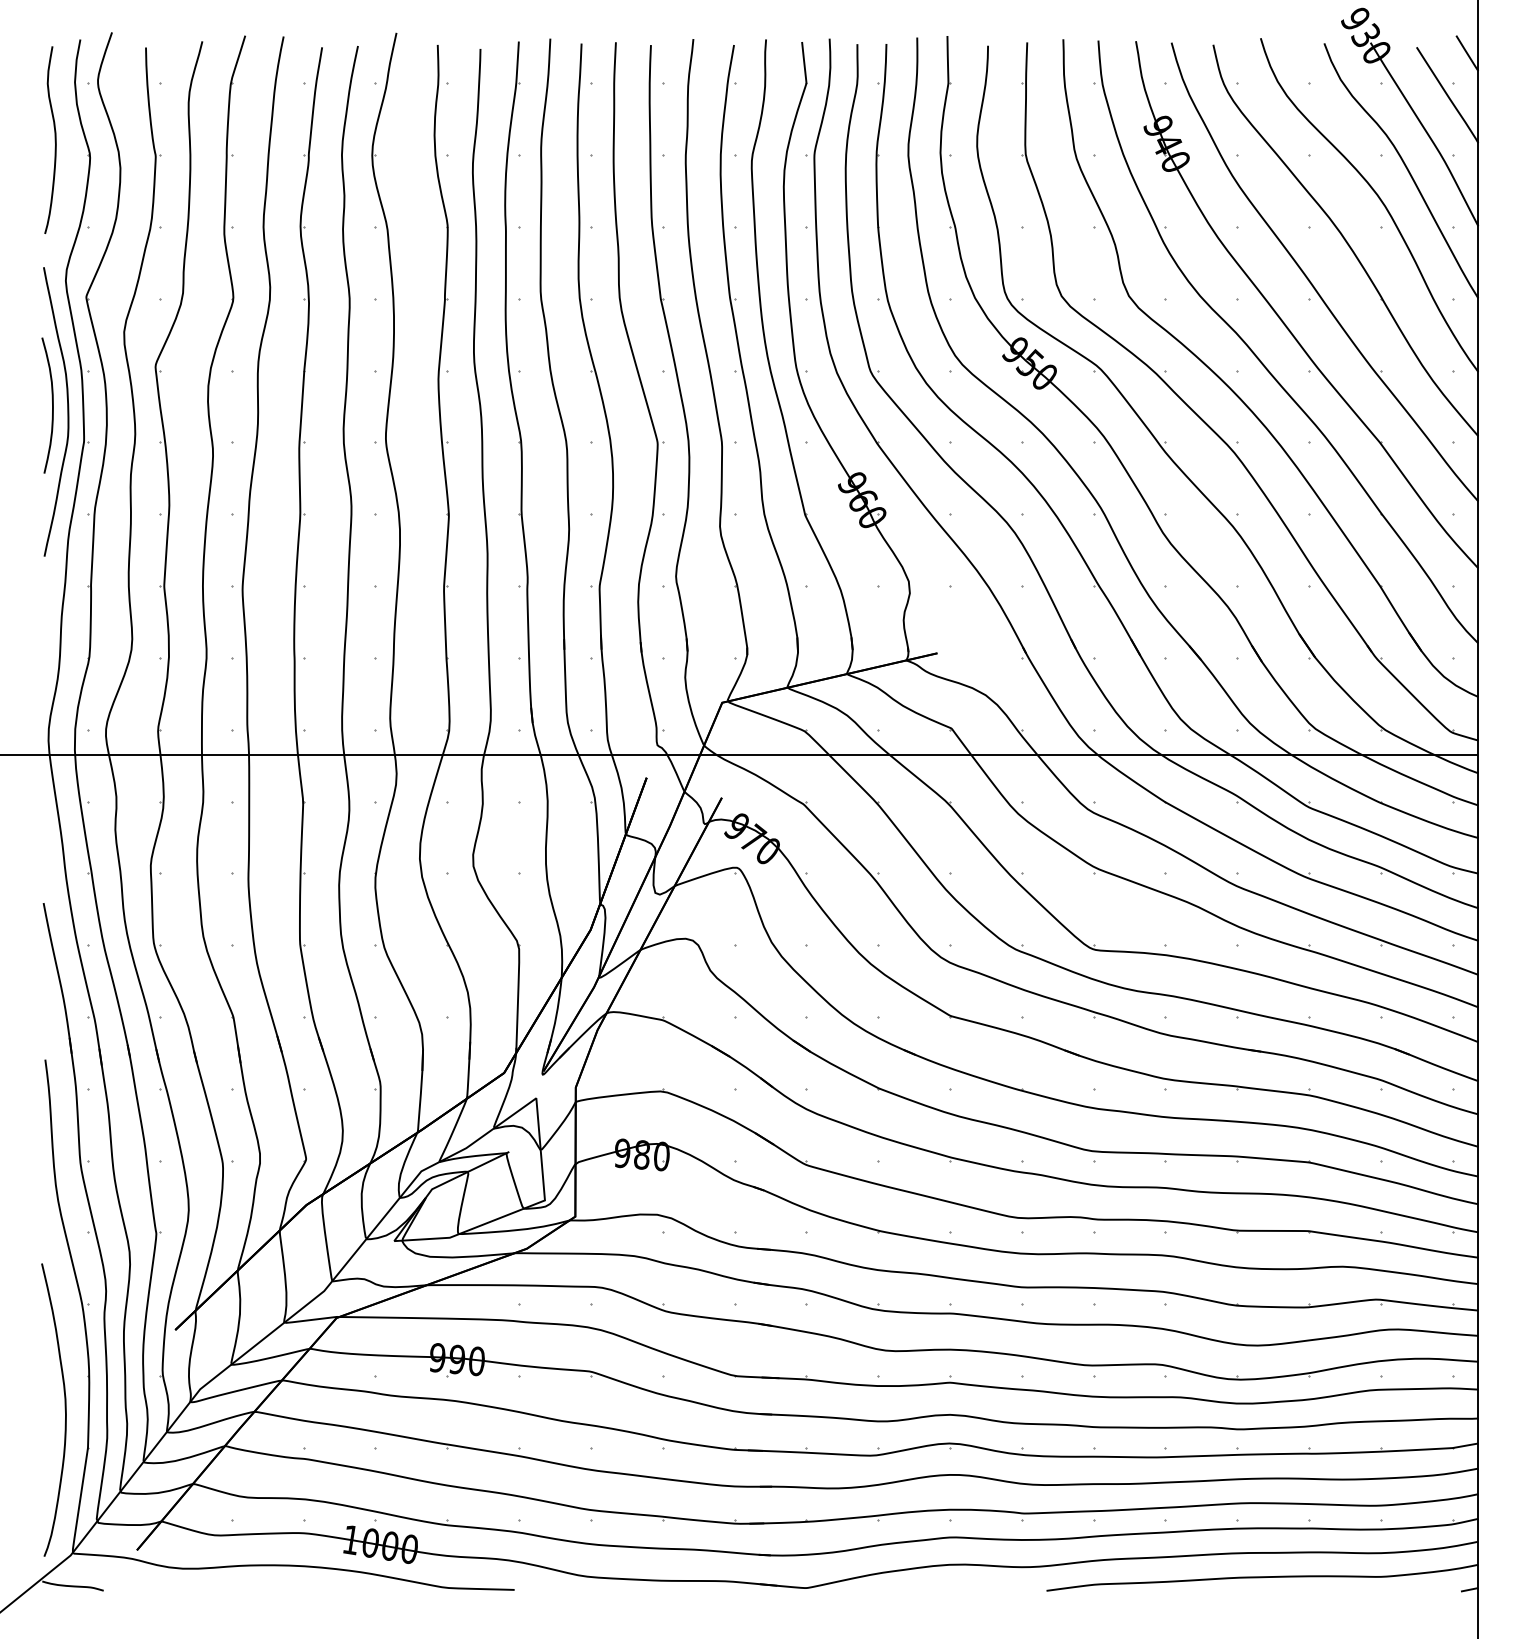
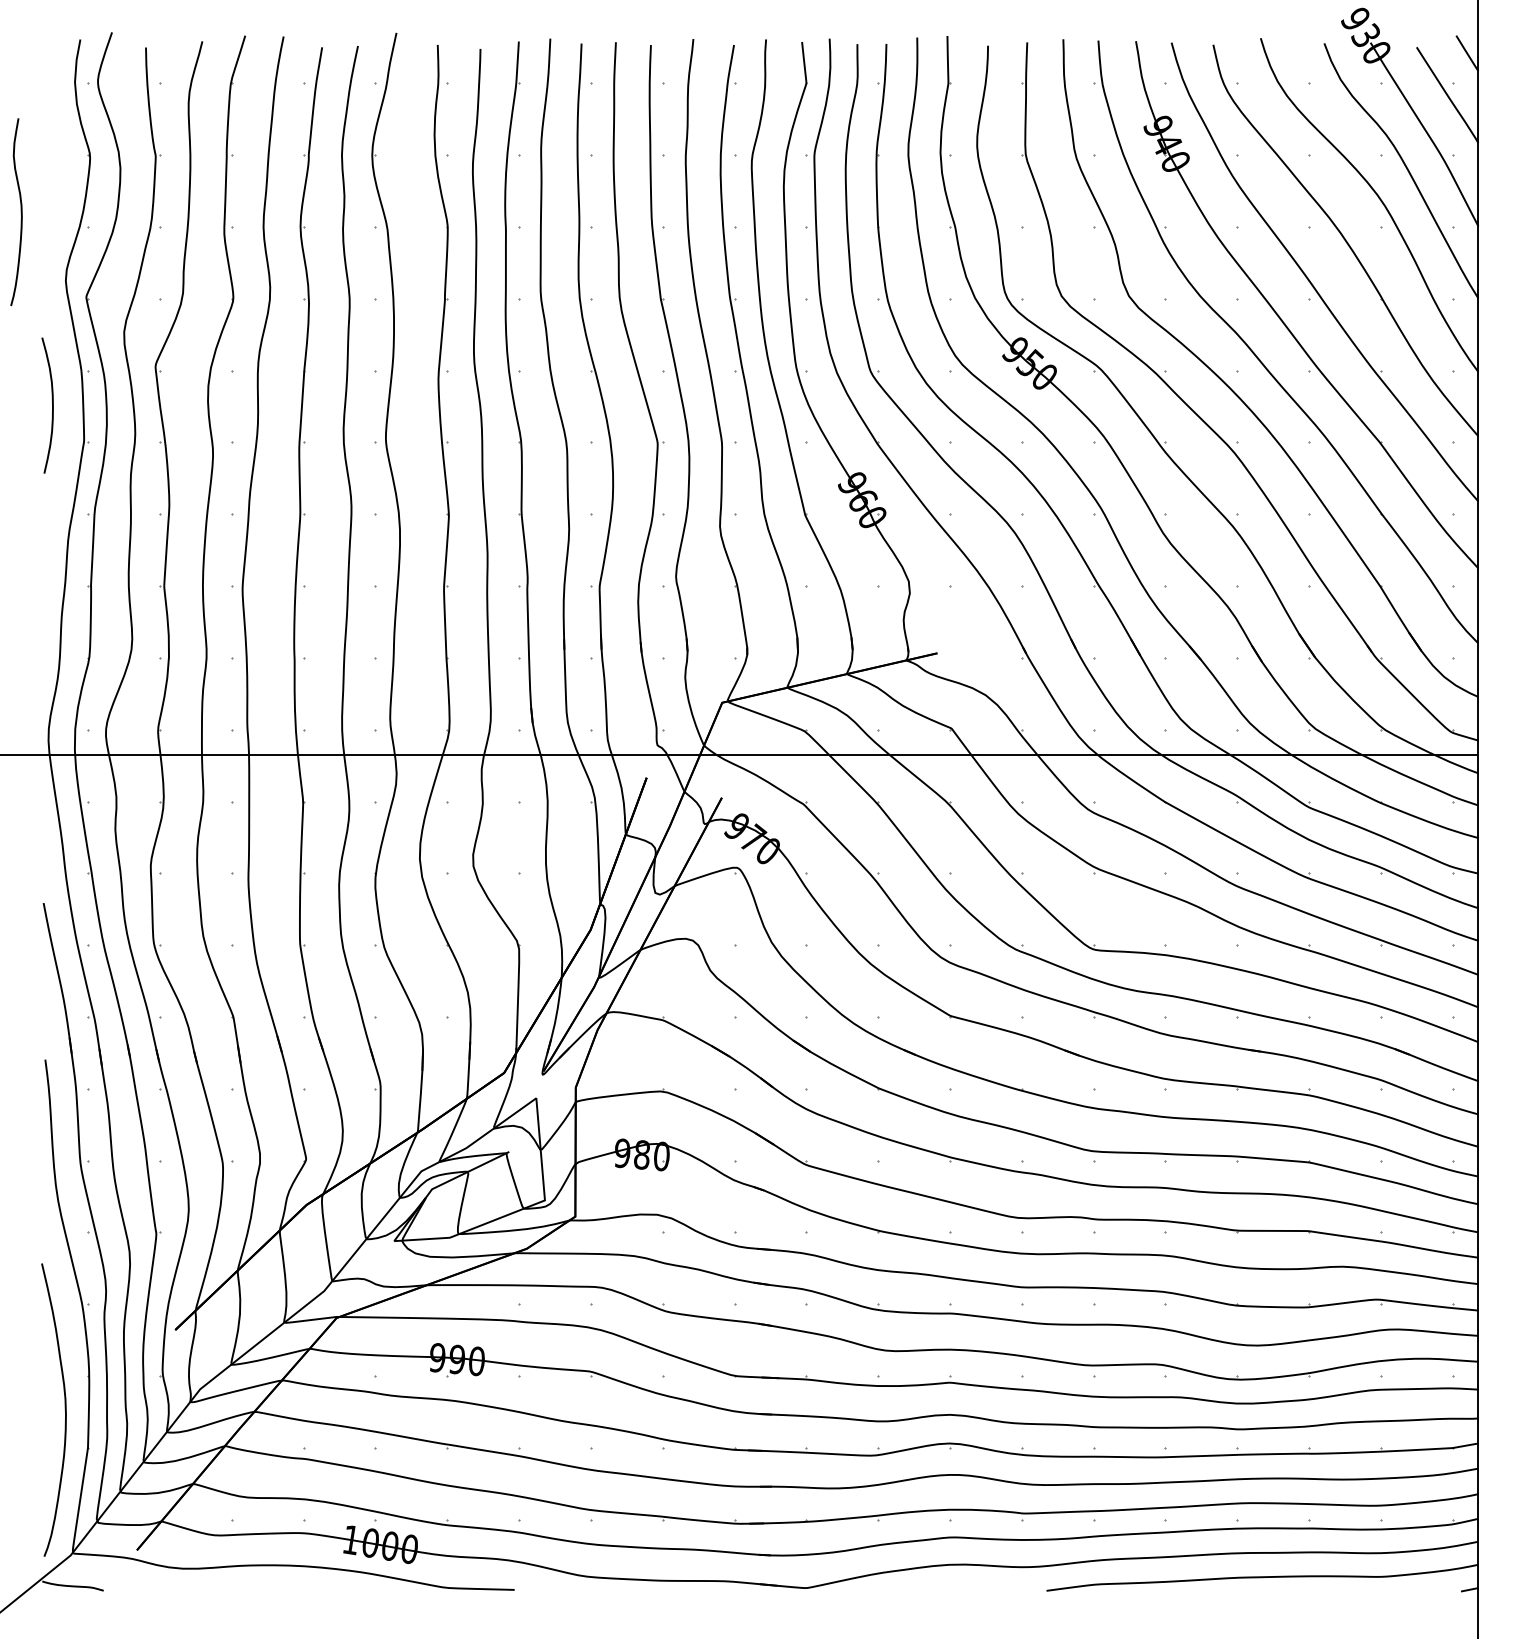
curve at (54, 139) position: (54, 139) -> (20, 211)
curve at (67, 411): present -> none
